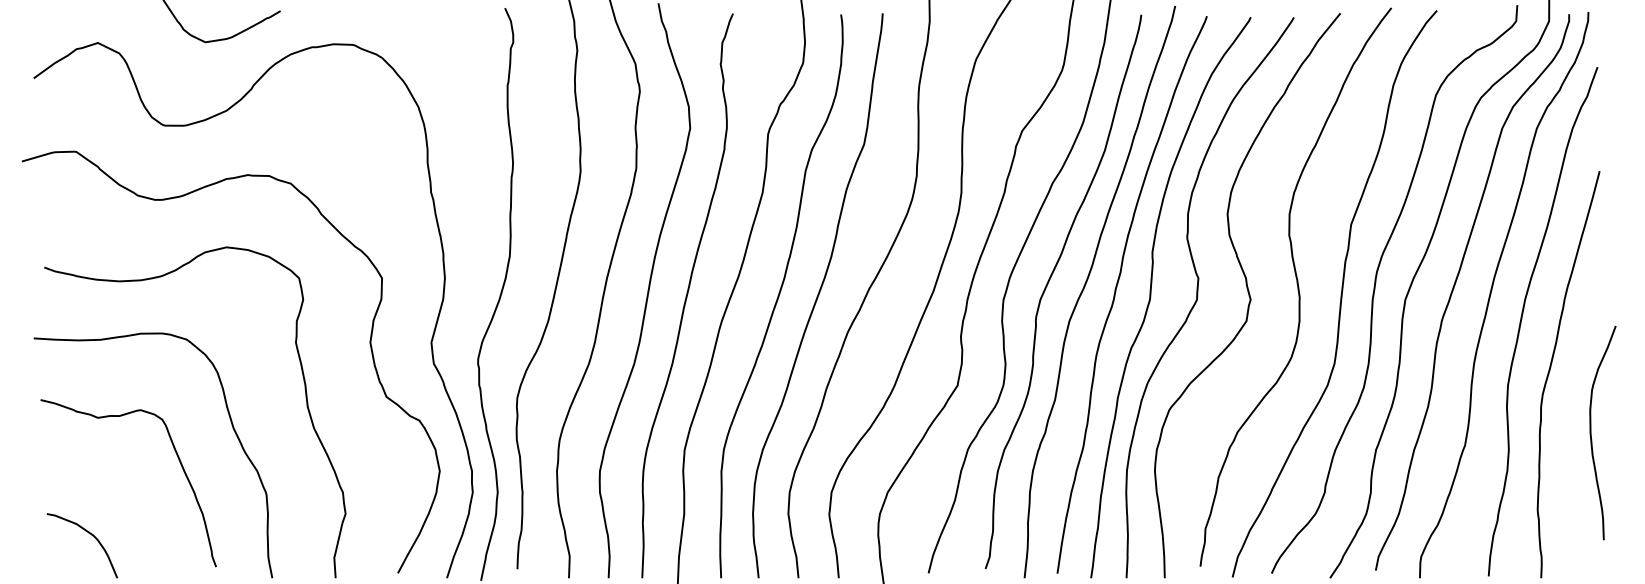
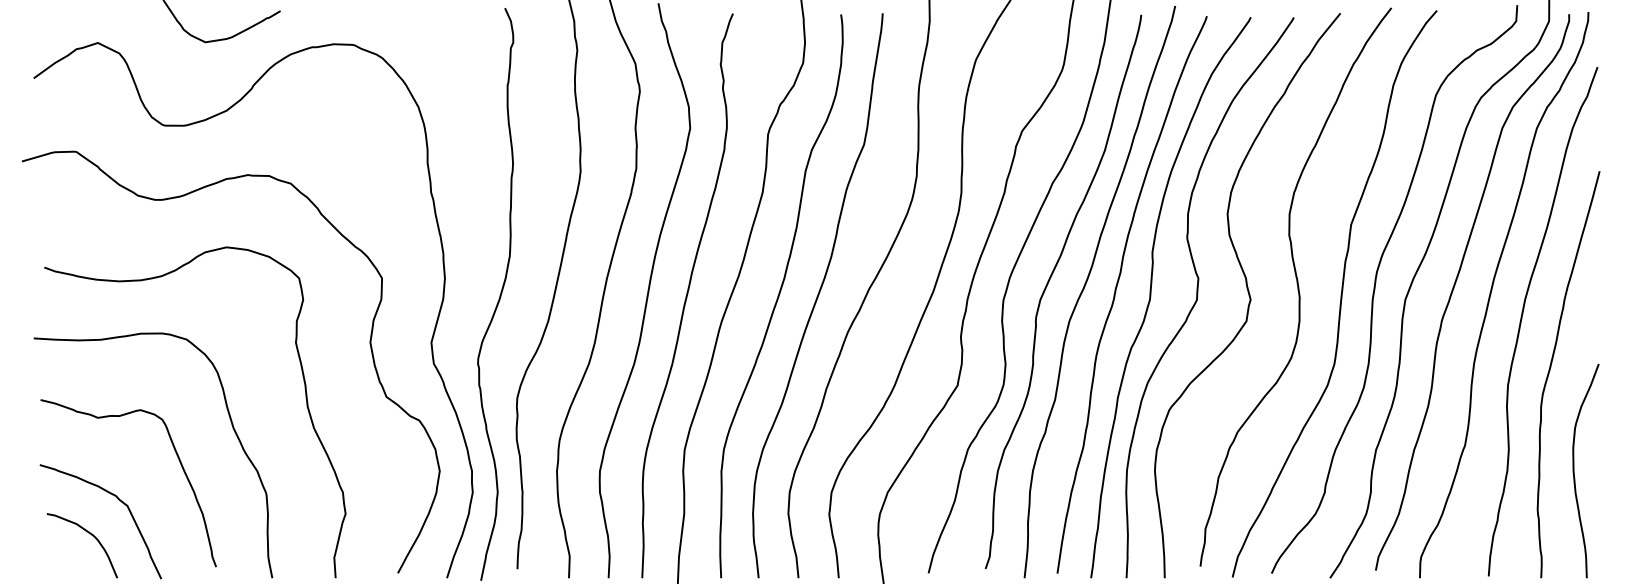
curve at (1591, 432) position: (1591, 432) -> (1574, 470)
curve at (118, 500): none -> present
